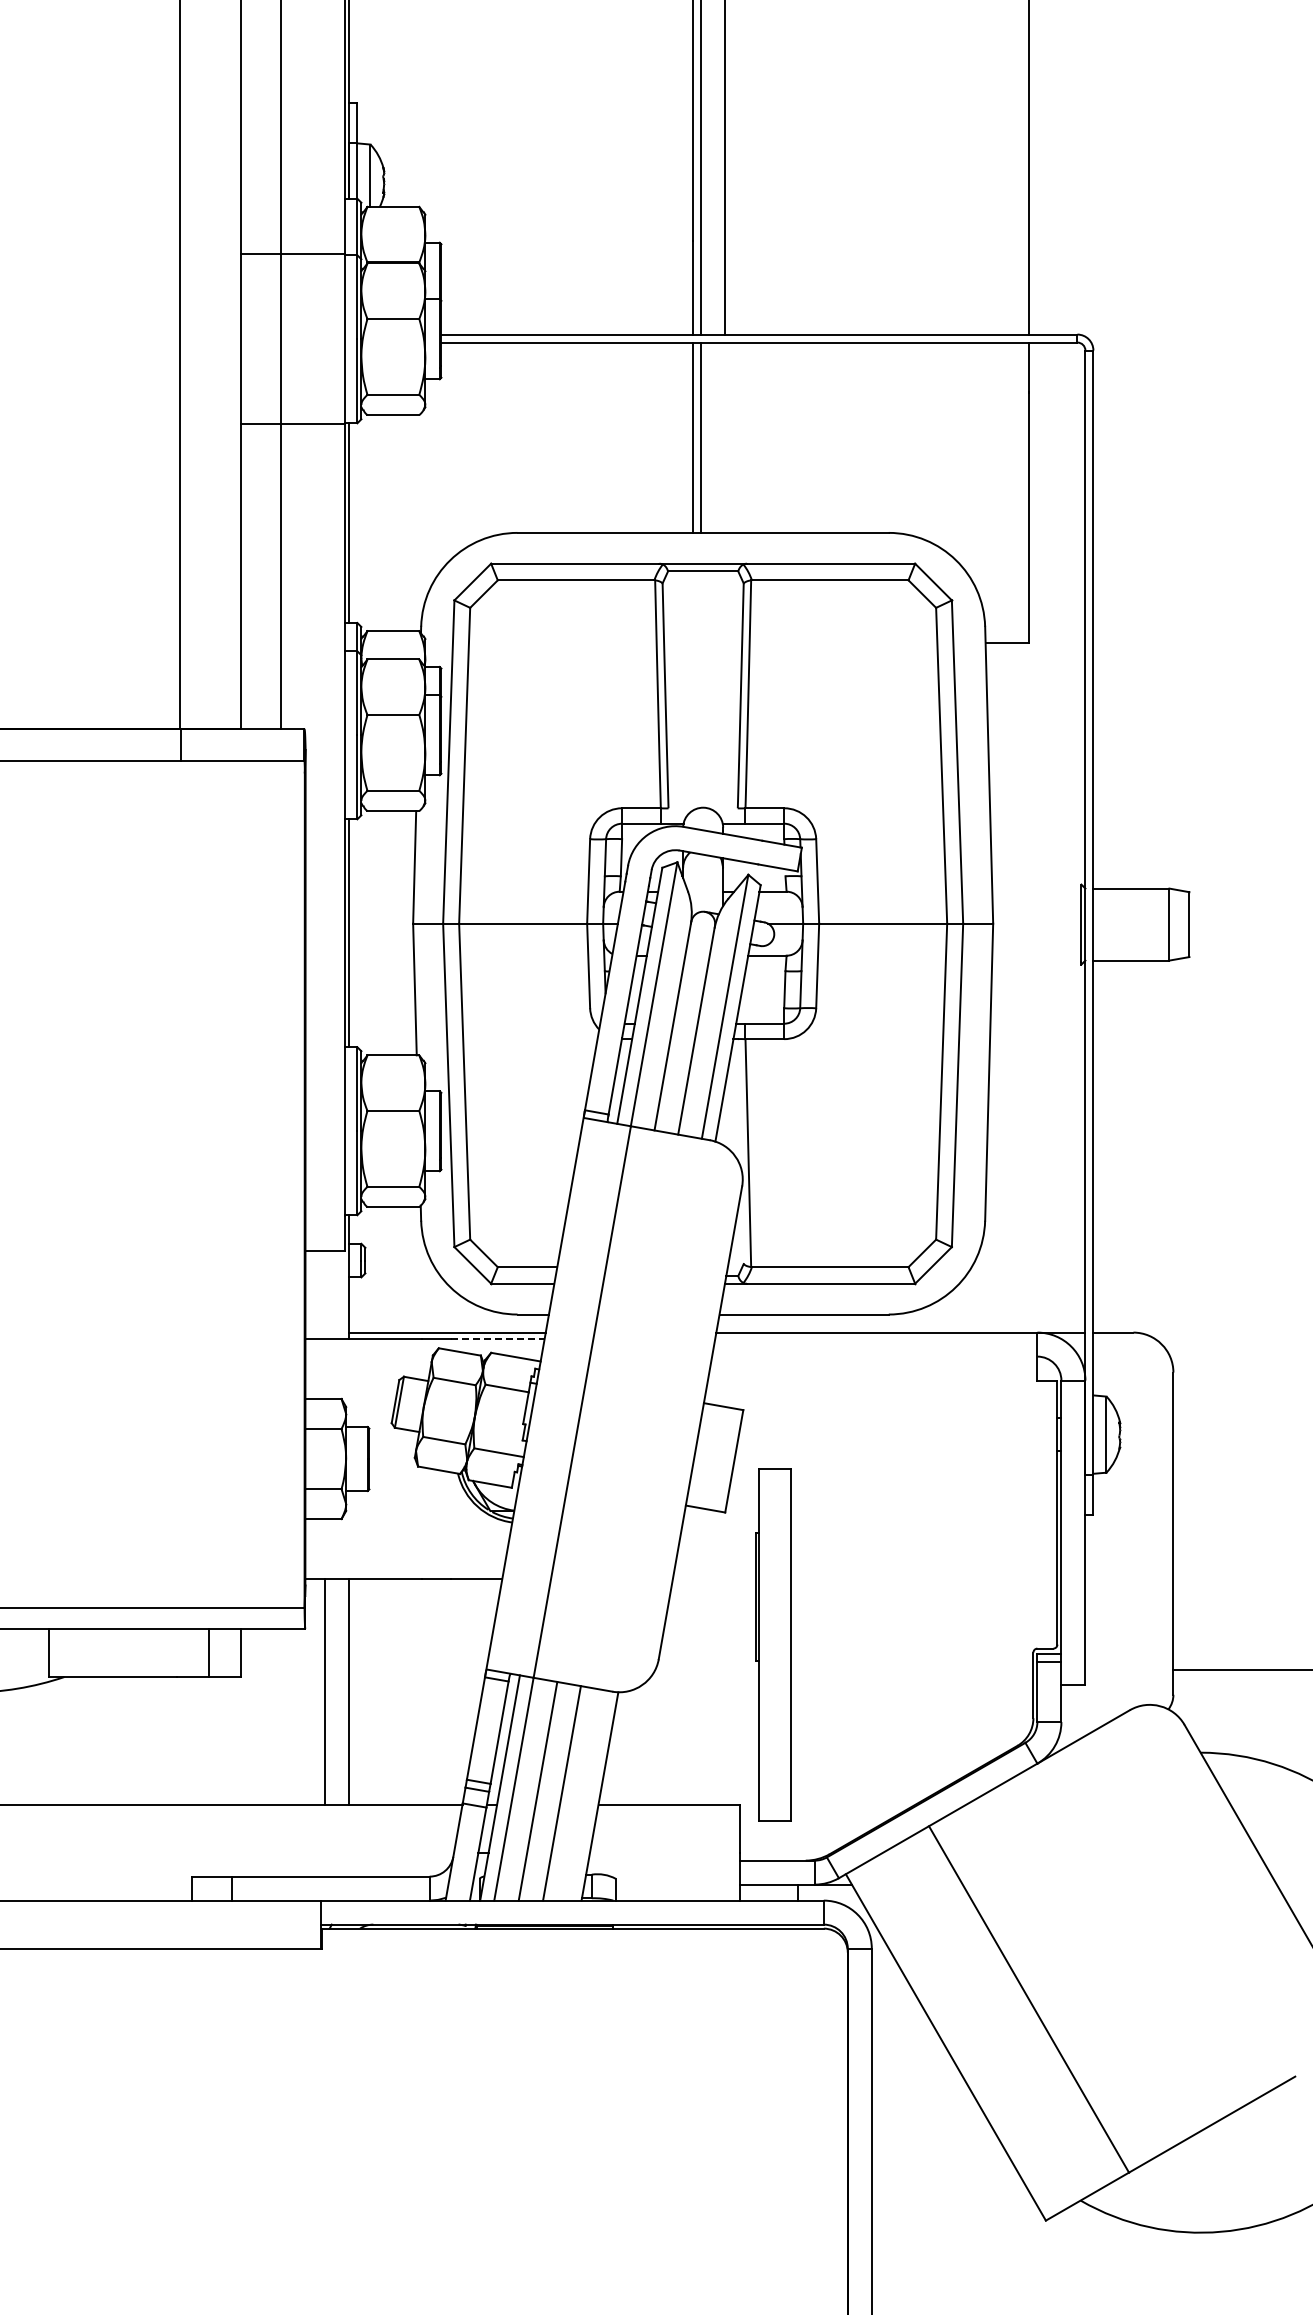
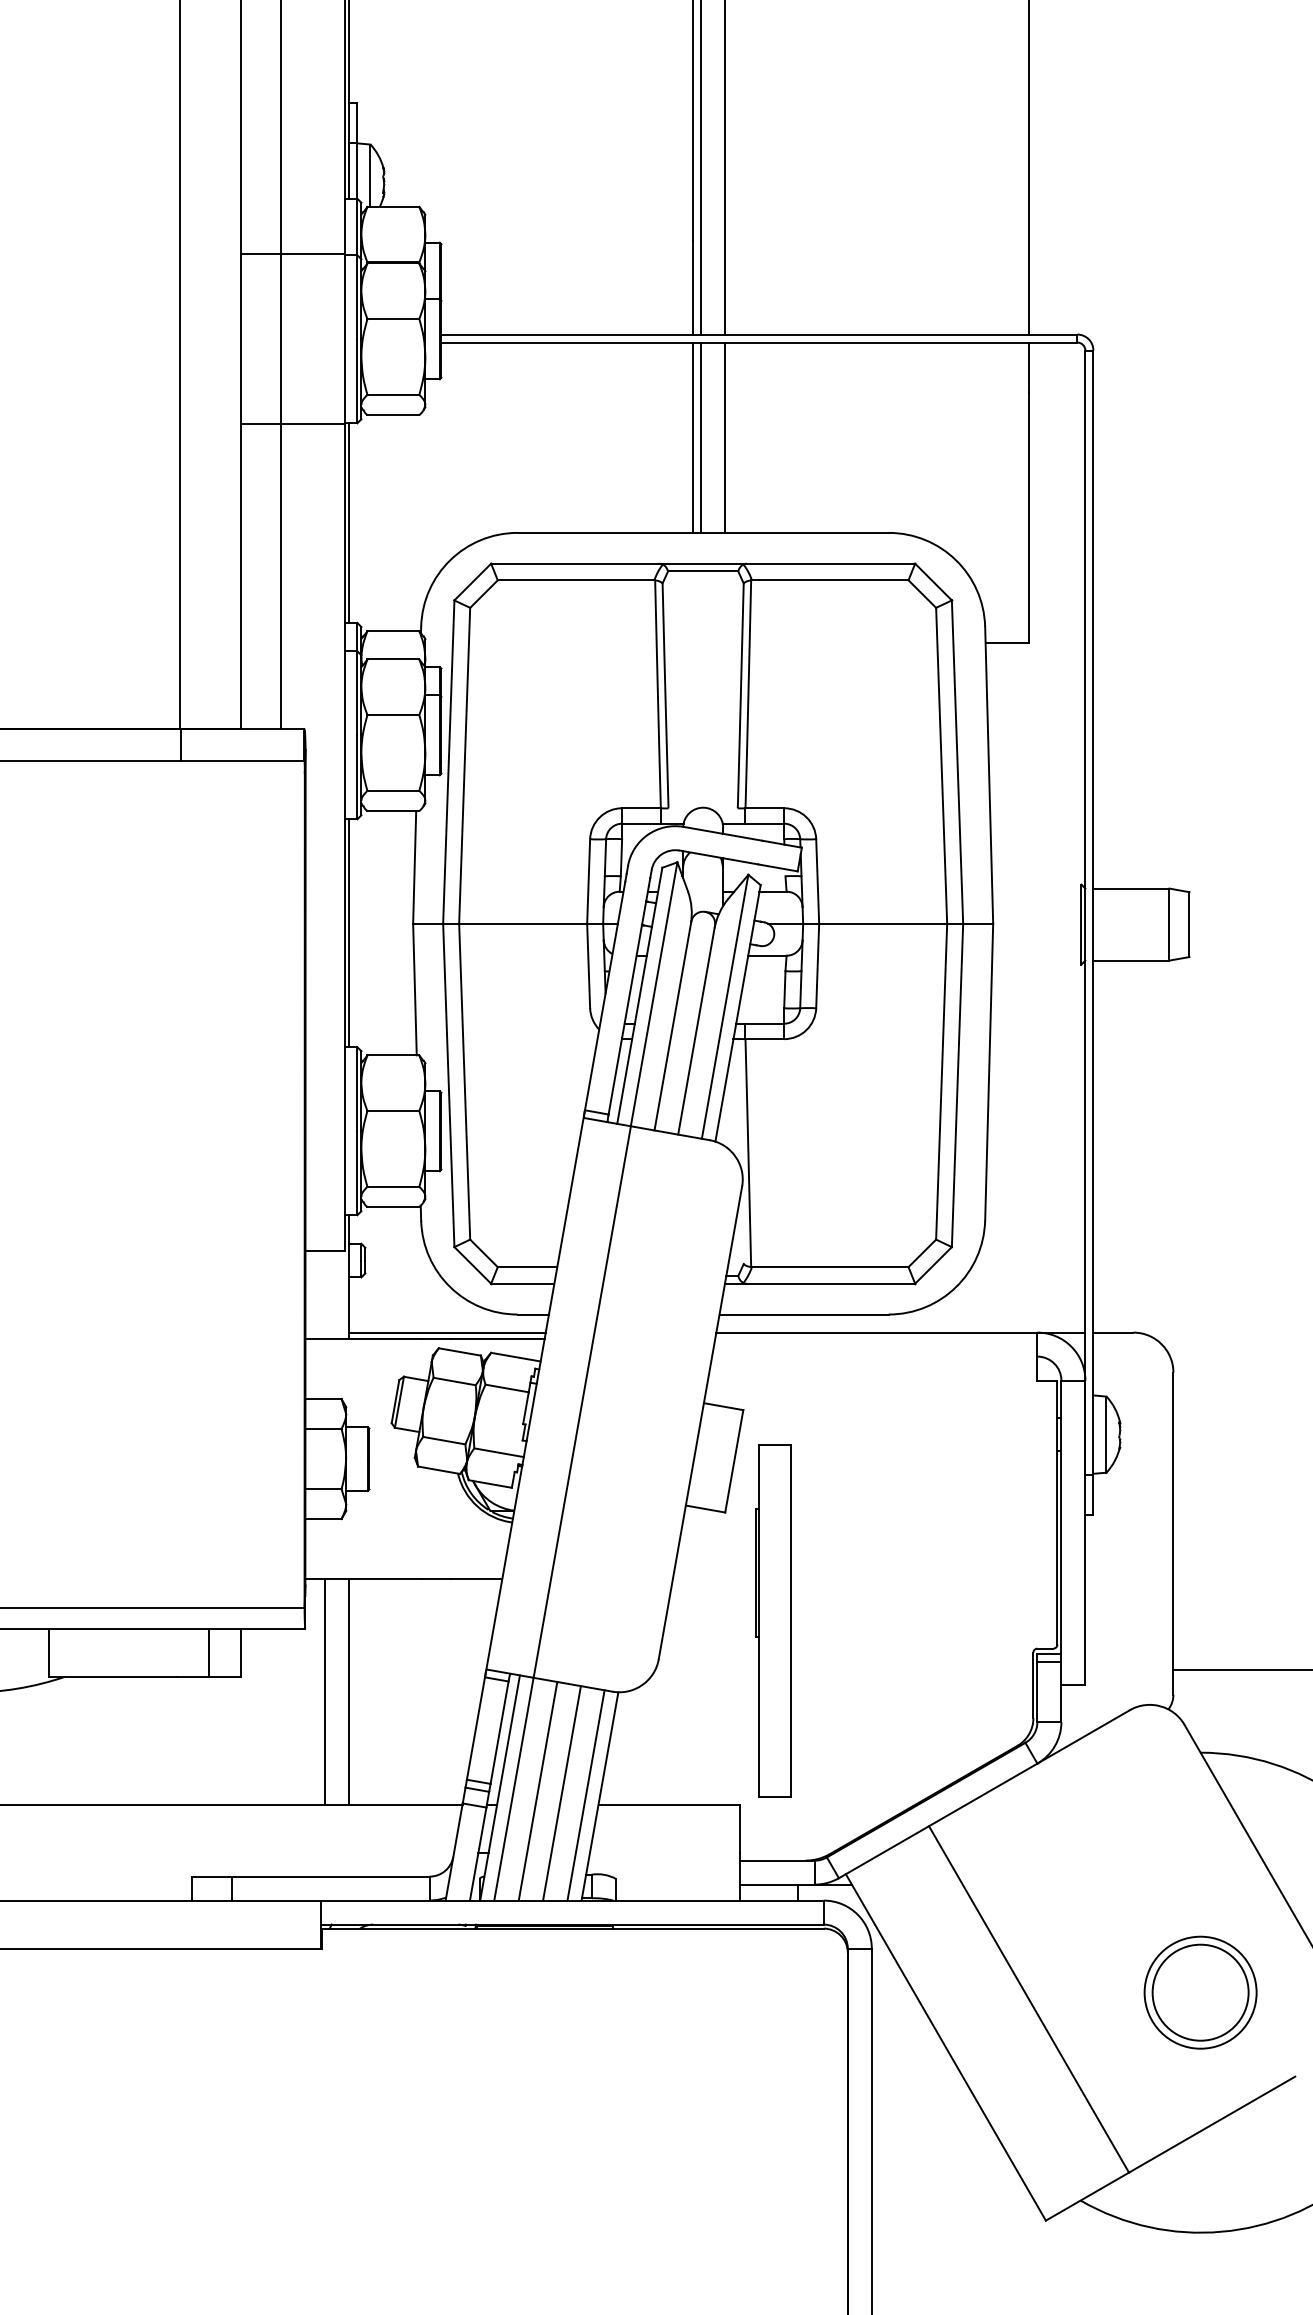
line at (725, 437): none -> present
line at (498, 1339): dashed -> solid
part at (773, 1644) position: (773, 1644) -> (773, 1620)
line at (585, 1795): none -> present
part at (1200, 1992): none -> present
